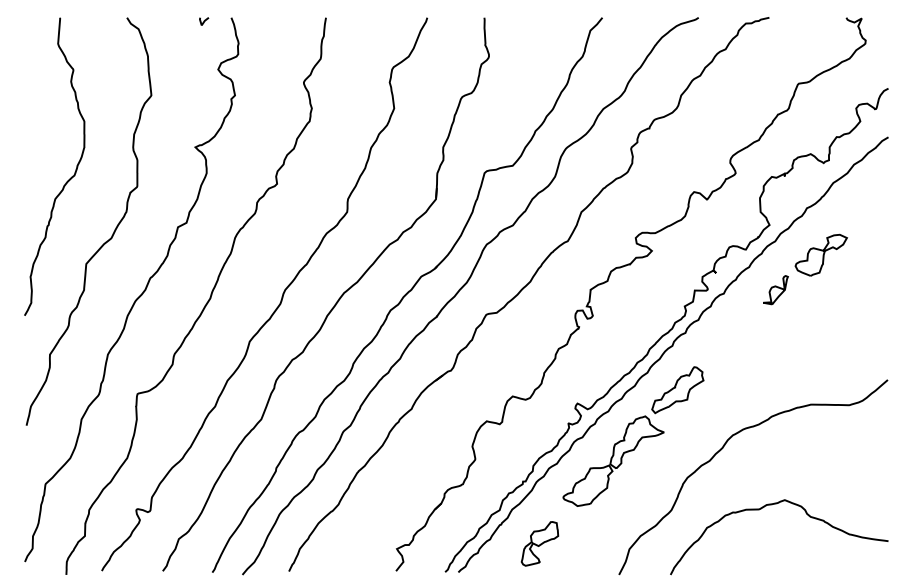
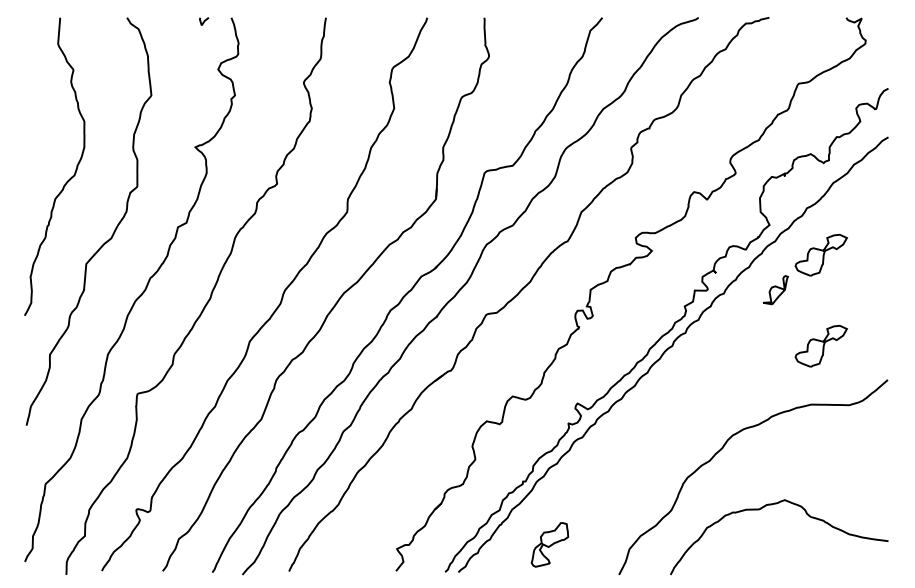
part at (820, 345): none -> present
part at (633, 436): present -> none
part at (539, 543) position: (539, 543) -> (549, 544)
